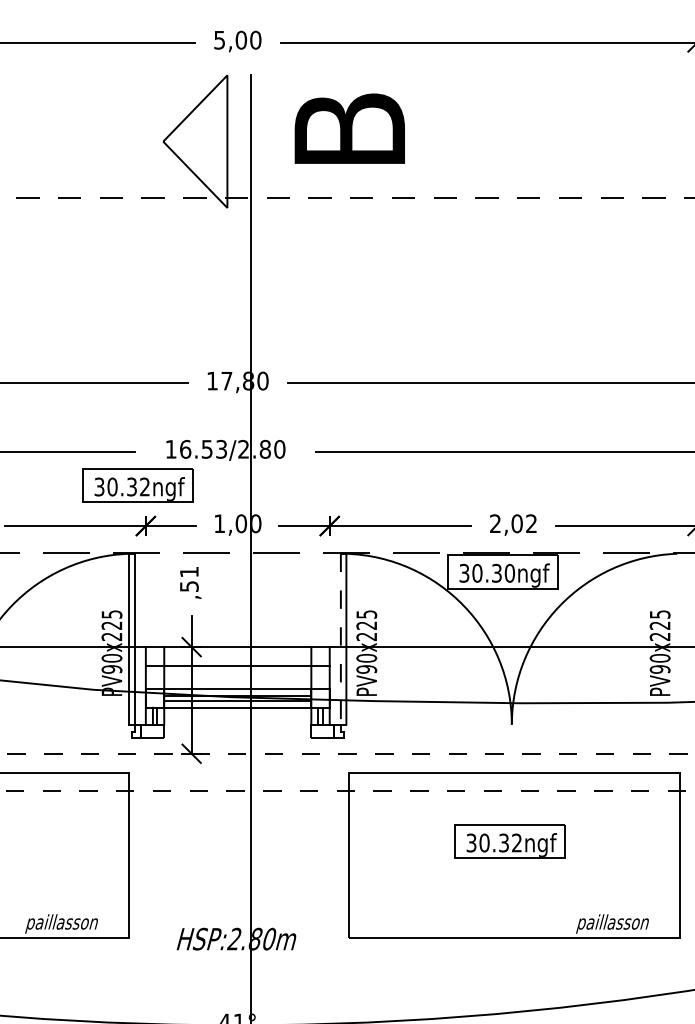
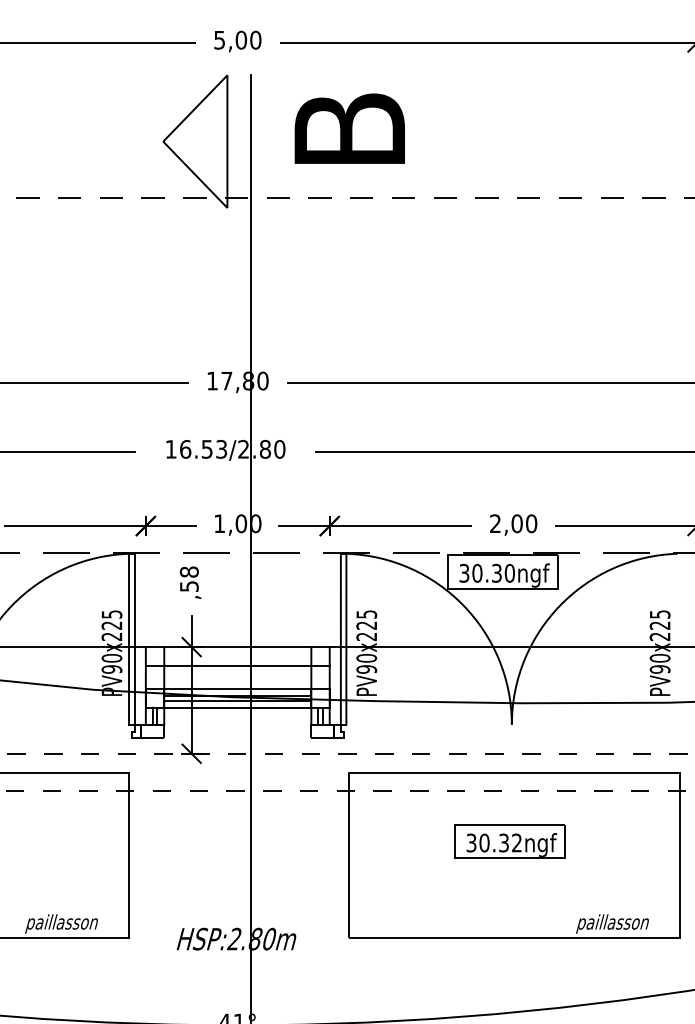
part at (137, 485): present -> none
text at (531, 523): 2,02 -> 2,00
text at (188, 571): ,51 -> ,58
line at (340, 639): dashed -> solid
